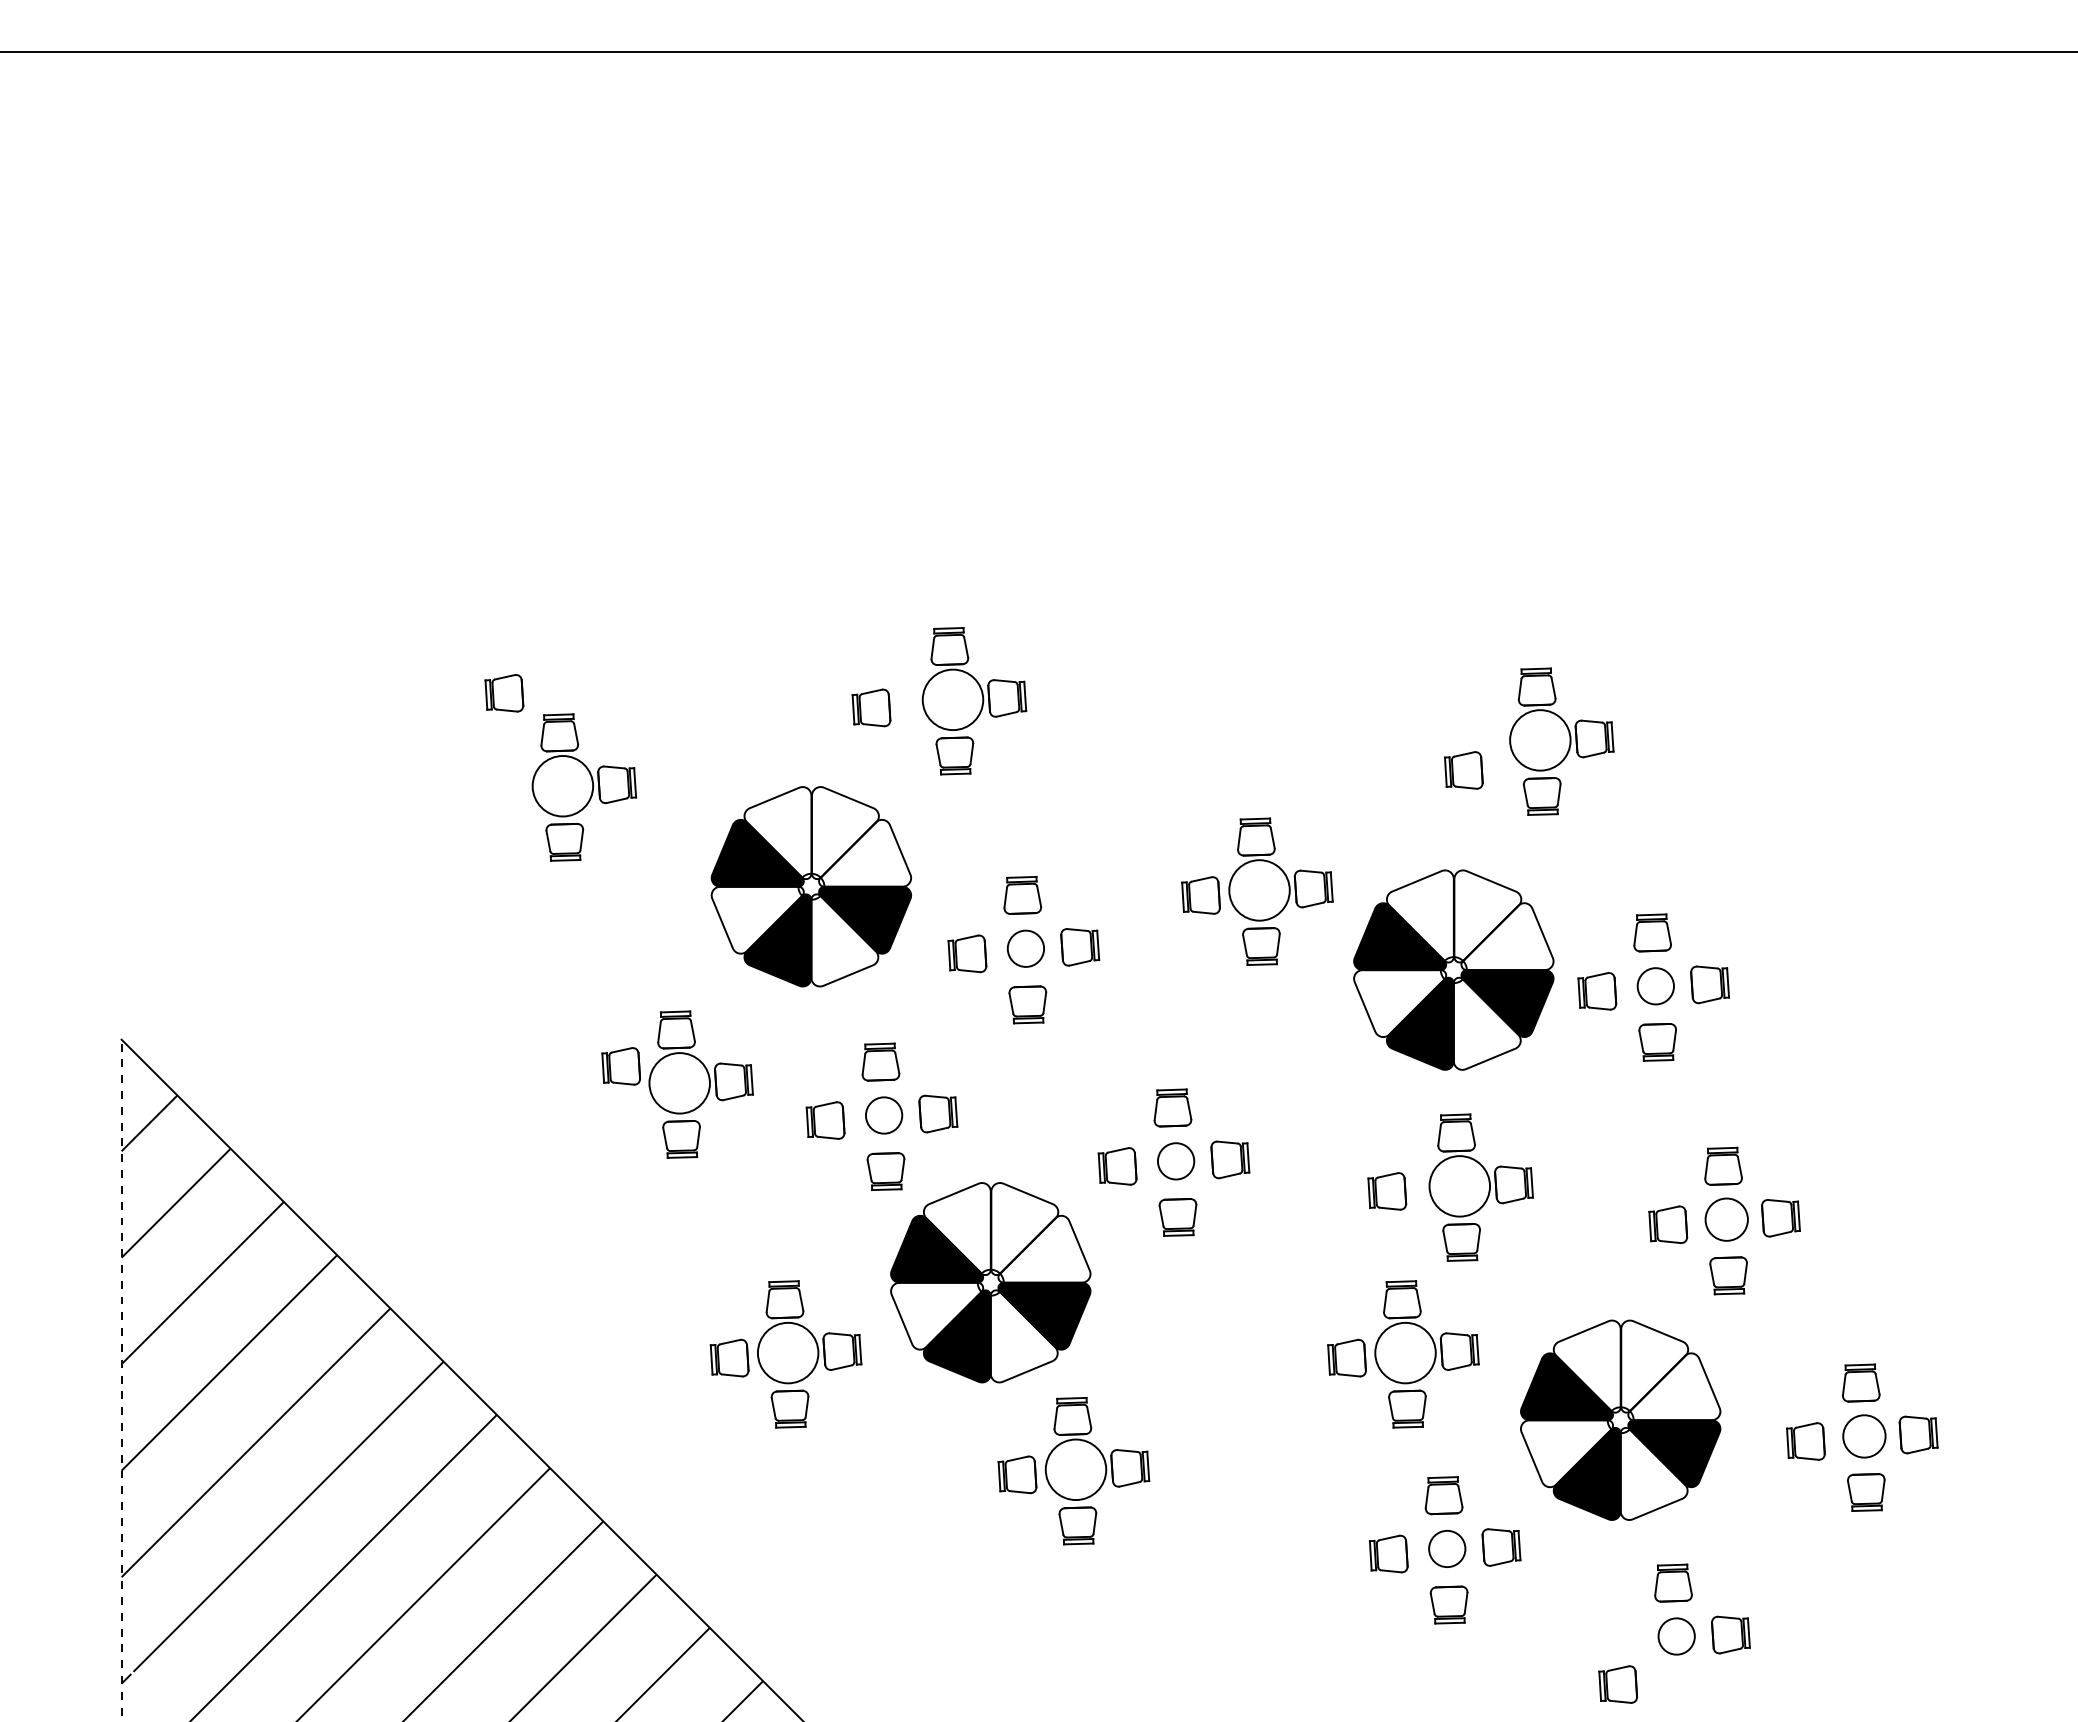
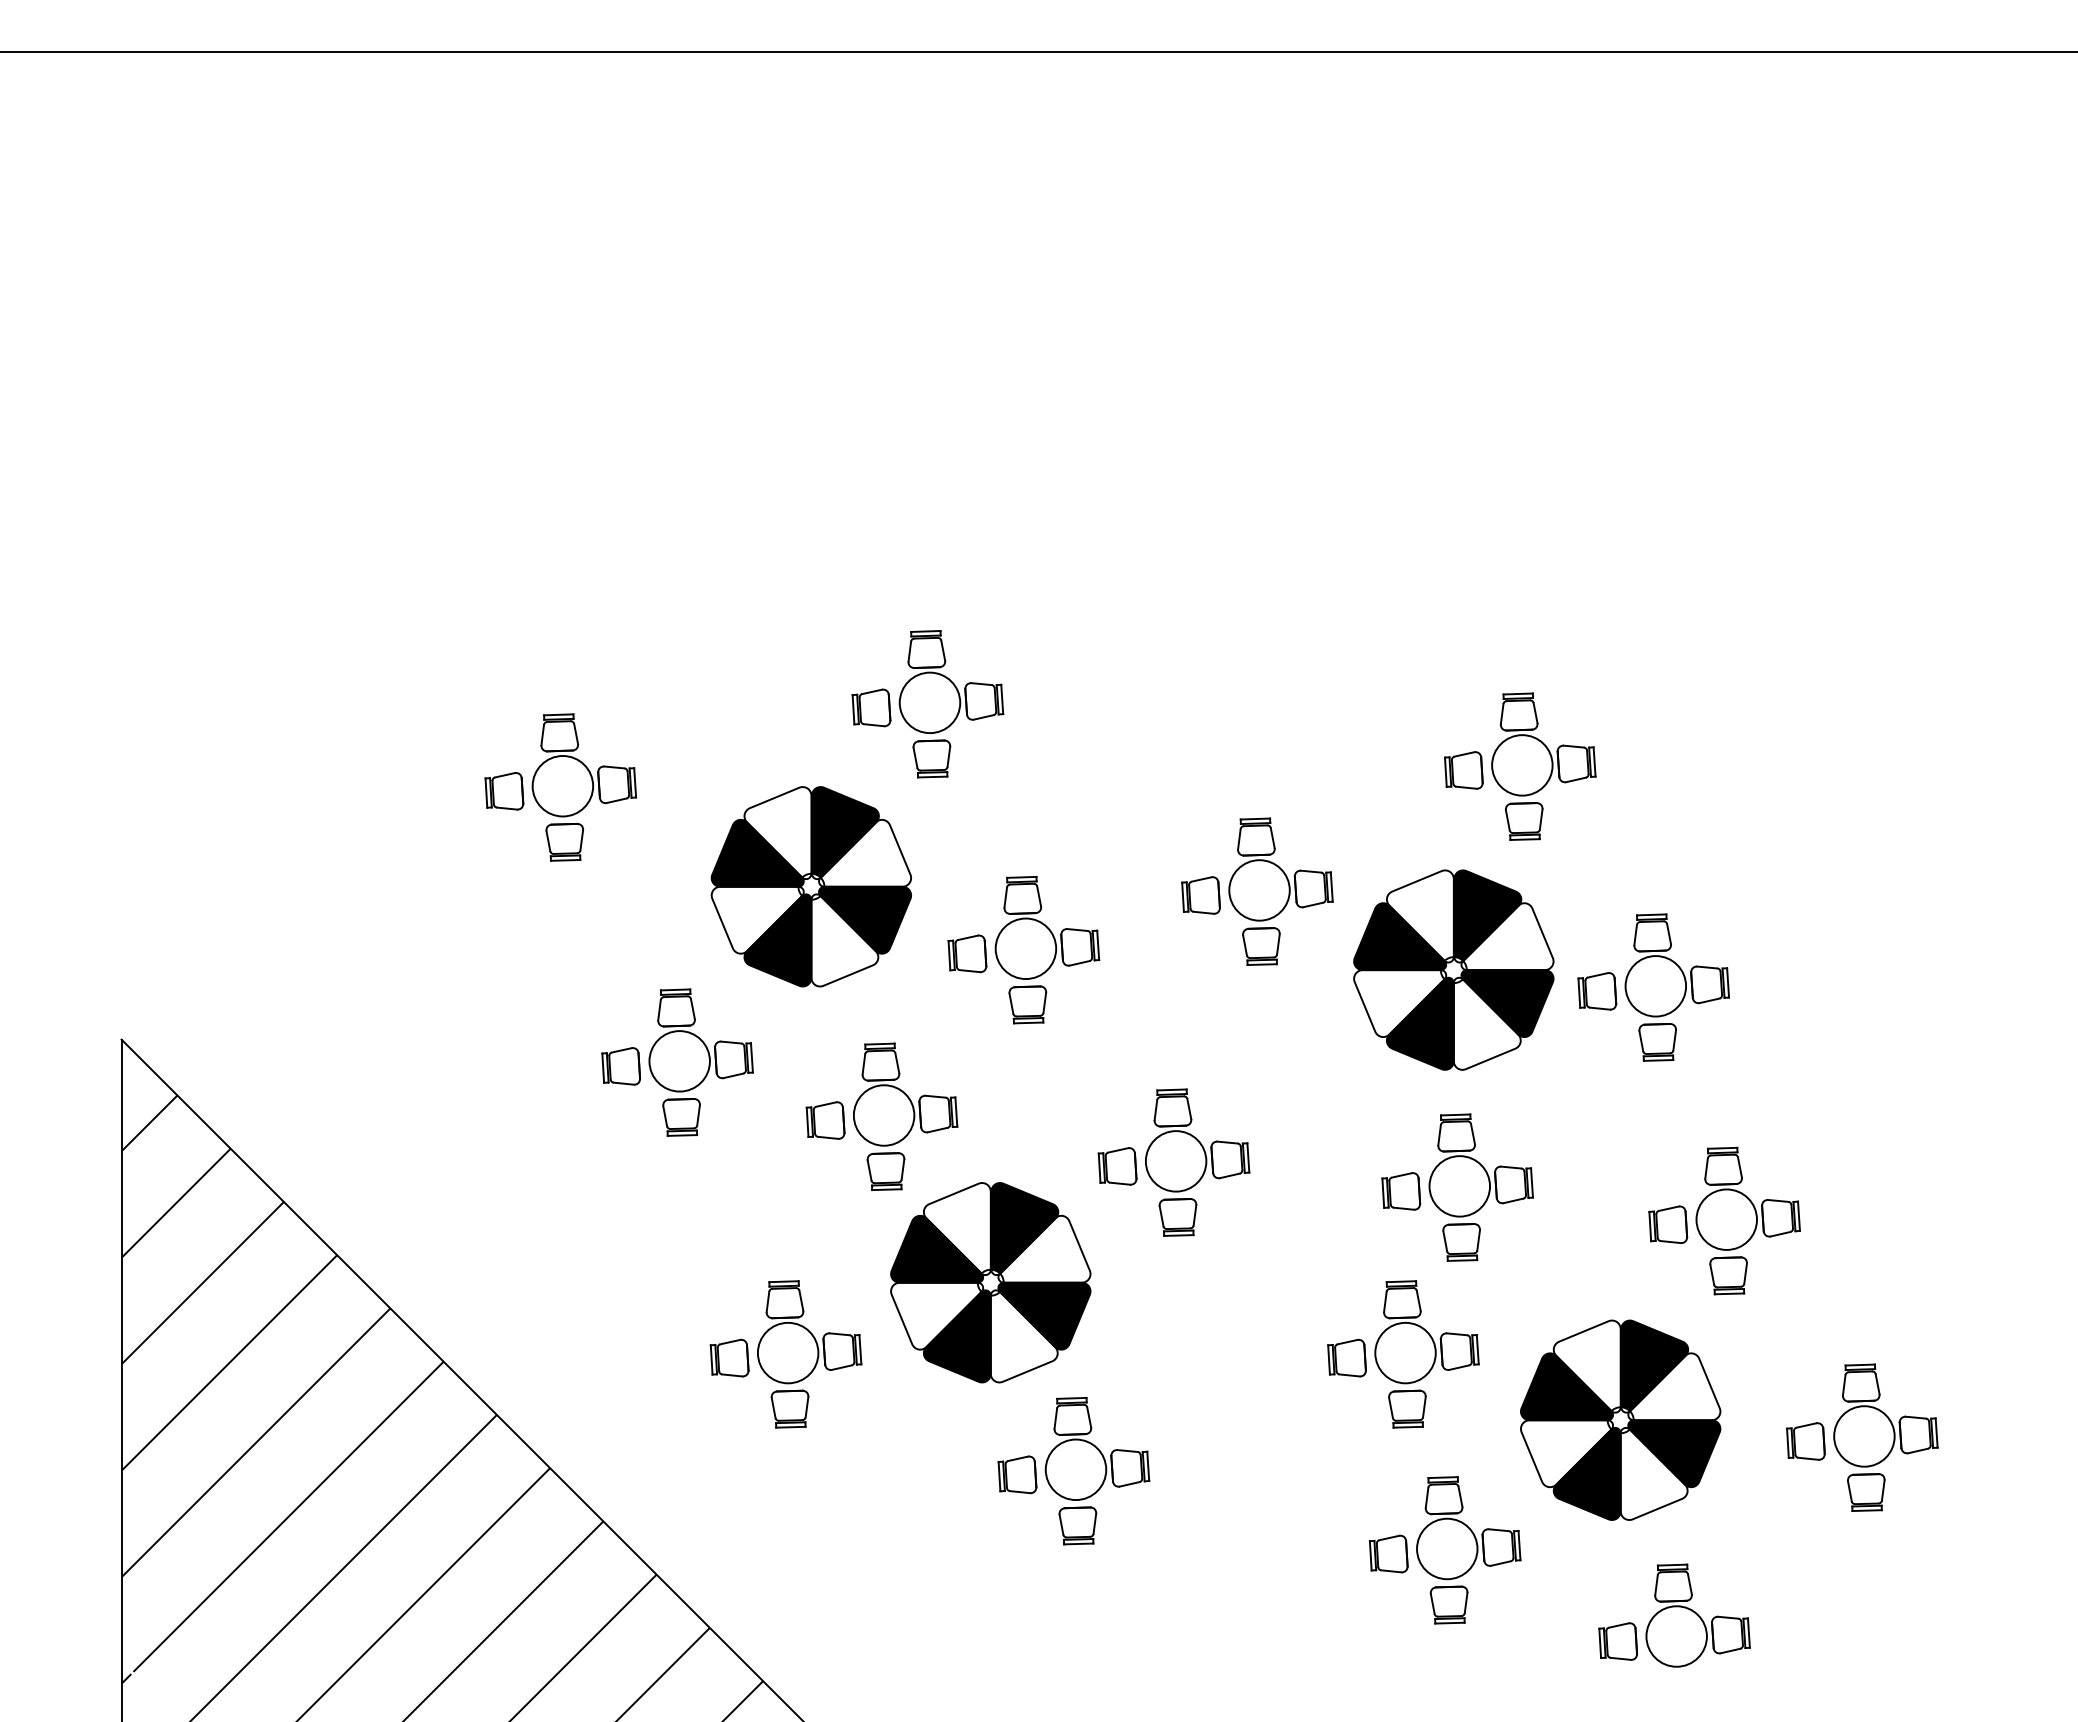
part at (504, 693) position: (504, 693) -> (504, 791)
part at (974, 701) position: (974, 701) -> (951, 704)
part at (1561, 741) position: (1561, 741) -> (1543, 766)
fill at (844, 832): none -> present
fill at (1487, 915): none -> present
circle at (1025, 948) diameter: 36 px -> 60 px
circle at (1655, 986) diameter: 36 px -> 60 px
part at (700, 1084) position: (700, 1084) -> (700, 1062)
circle at (883, 1115) diameter: 36 px -> 60 px
circle at (1175, 1161) diameter: 36 px -> 60 px
part at (1387, 1191) position: (1387, 1191) -> (1401, 1191)
circle at (1726, 1219) diameter: 42 px -> 60 px
fill at (1024, 1228): none -> present
fill at (1654, 1365): none -> present
line at (121, 1380): dashed -> solid
circle at (1864, 1436) diameter: 42 px -> 60 px
circle at (1447, 1548) diameter: 36 px -> 60 px
circle at (1676, 1636) diameter: 36 px -> 60 px
part at (1617, 1684) position: (1617, 1684) -> (1617, 1641)
